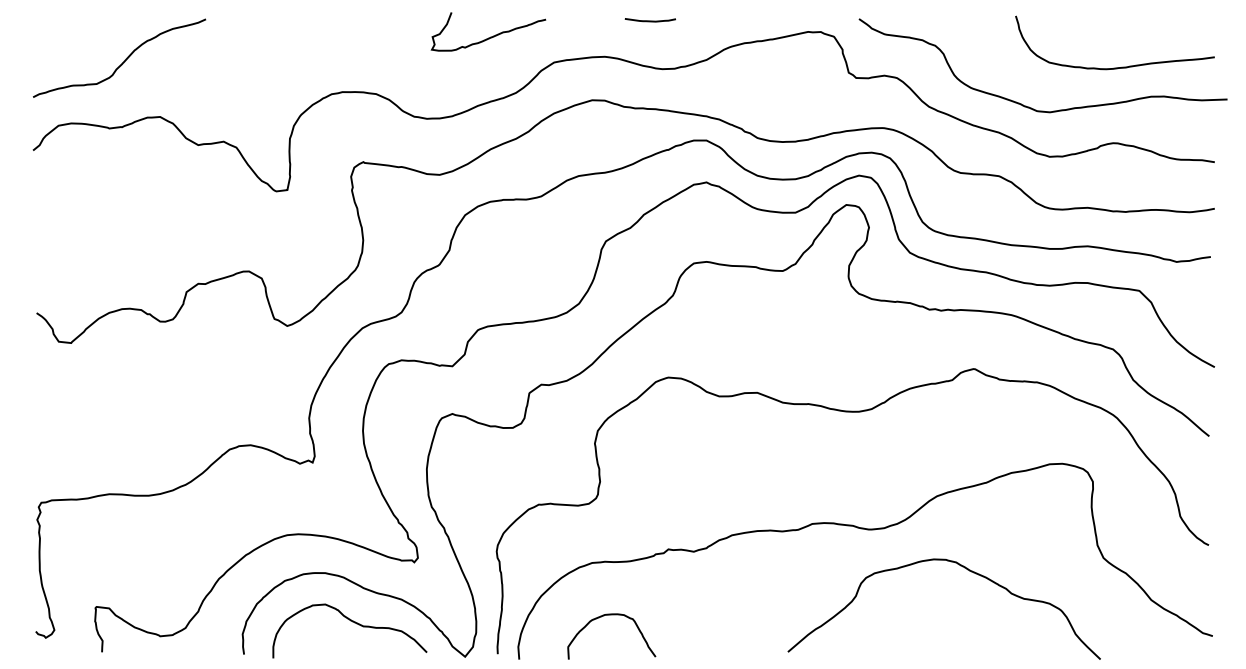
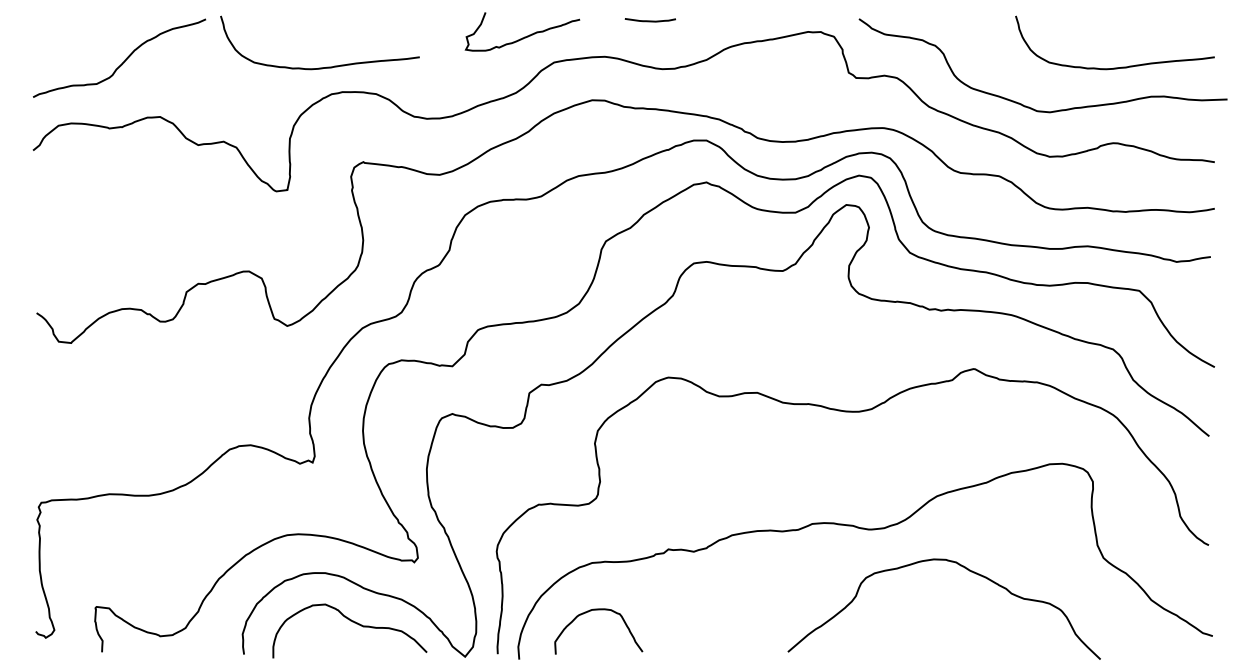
curve at (490, 36) position: (490, 36) -> (524, 36)
curve at (319, 67): none -> present
curve at (611, 615) position: (611, 615) -> (598, 610)
